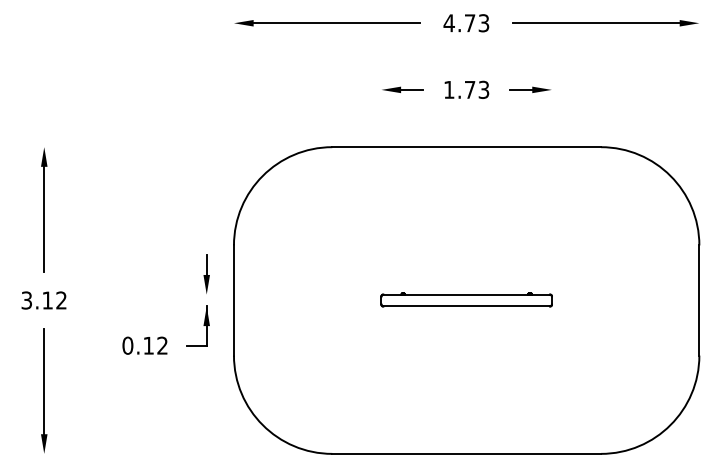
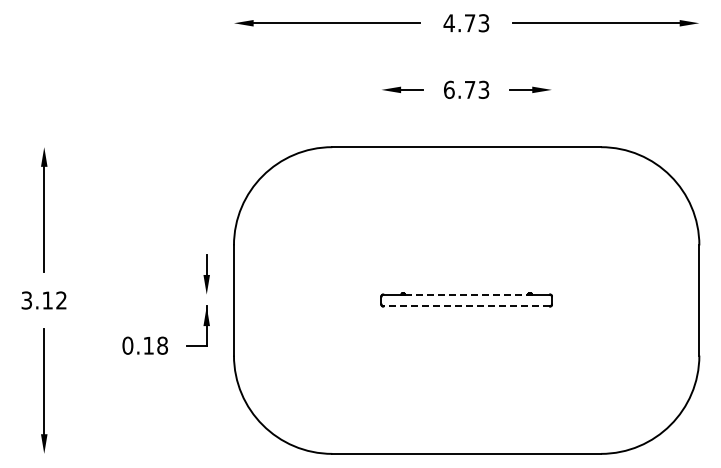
text at (449, 89): 1.73 -> 6.73
line at (466, 294): solid -> dashed
line at (466, 306): solid -> dashed
text at (162, 345): 0.12 -> 0.18
